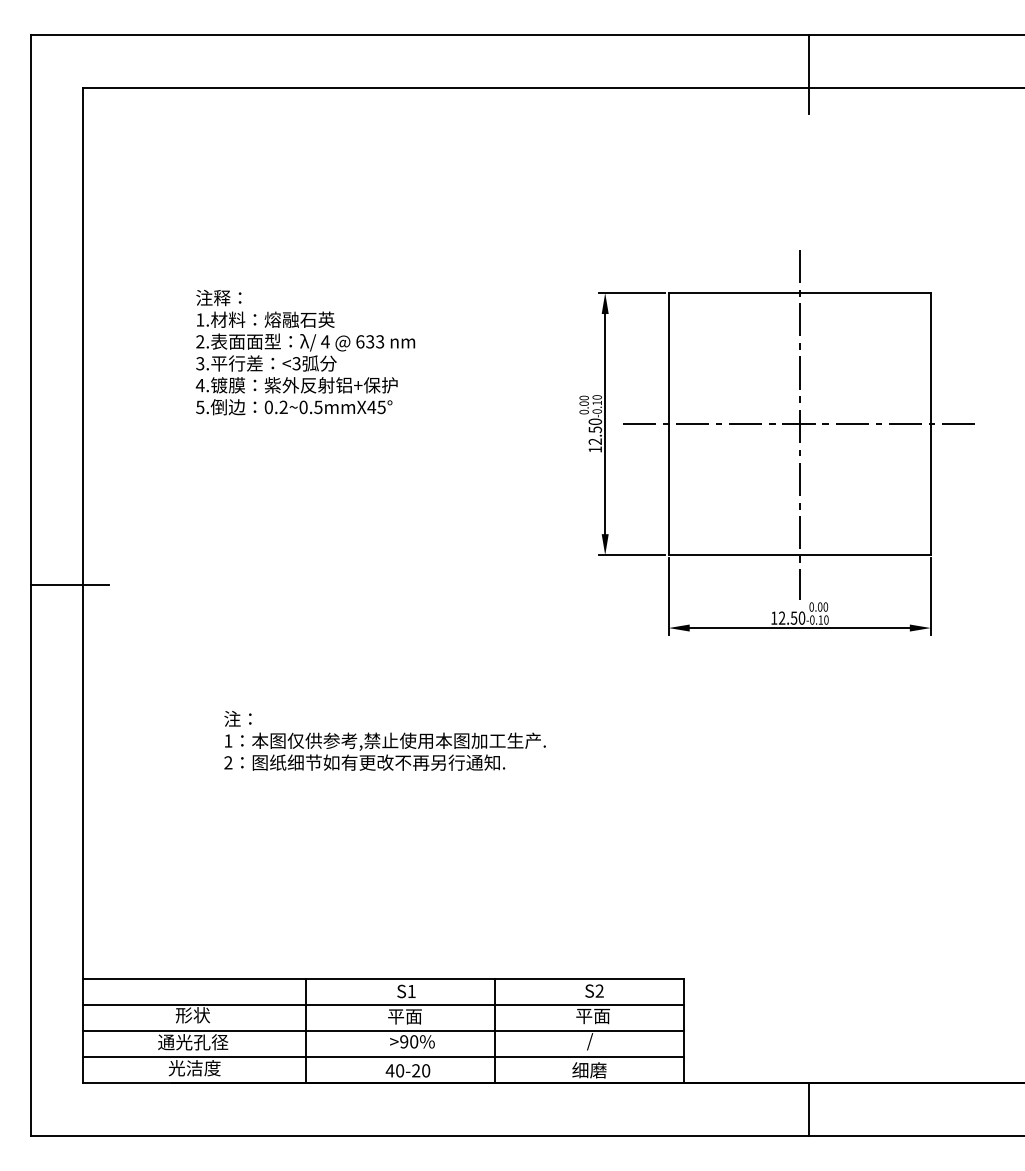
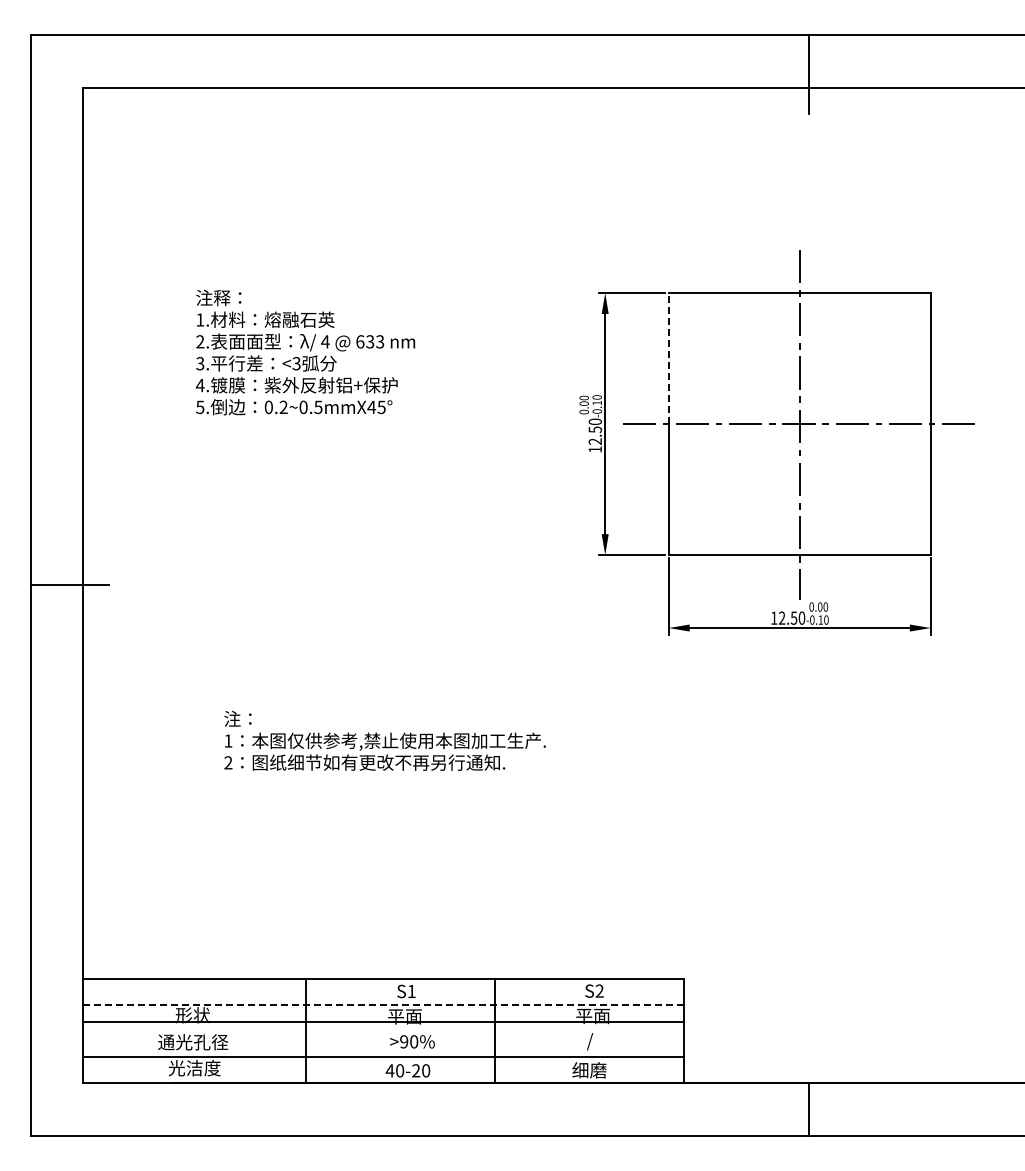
line at (668, 358): solid -> dashed
line at (383, 1004): solid -> dashed
line at (382, 1031) position: (382, 1031) -> (382, 1022)
